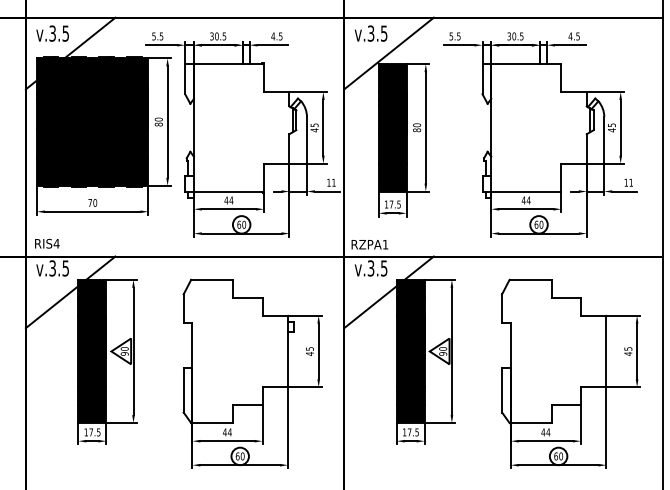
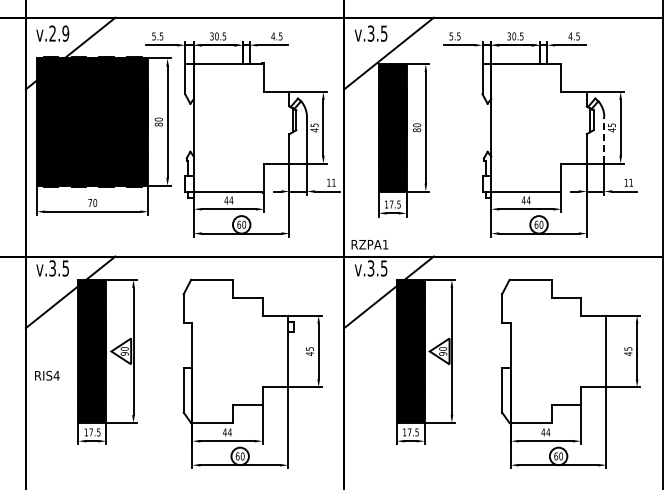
text at (59, 33): v.3.5 -> v.2.9
line at (604, 139): solid -> dashed
text at (47, 243) position: (47, 243) -> (47, 375)
